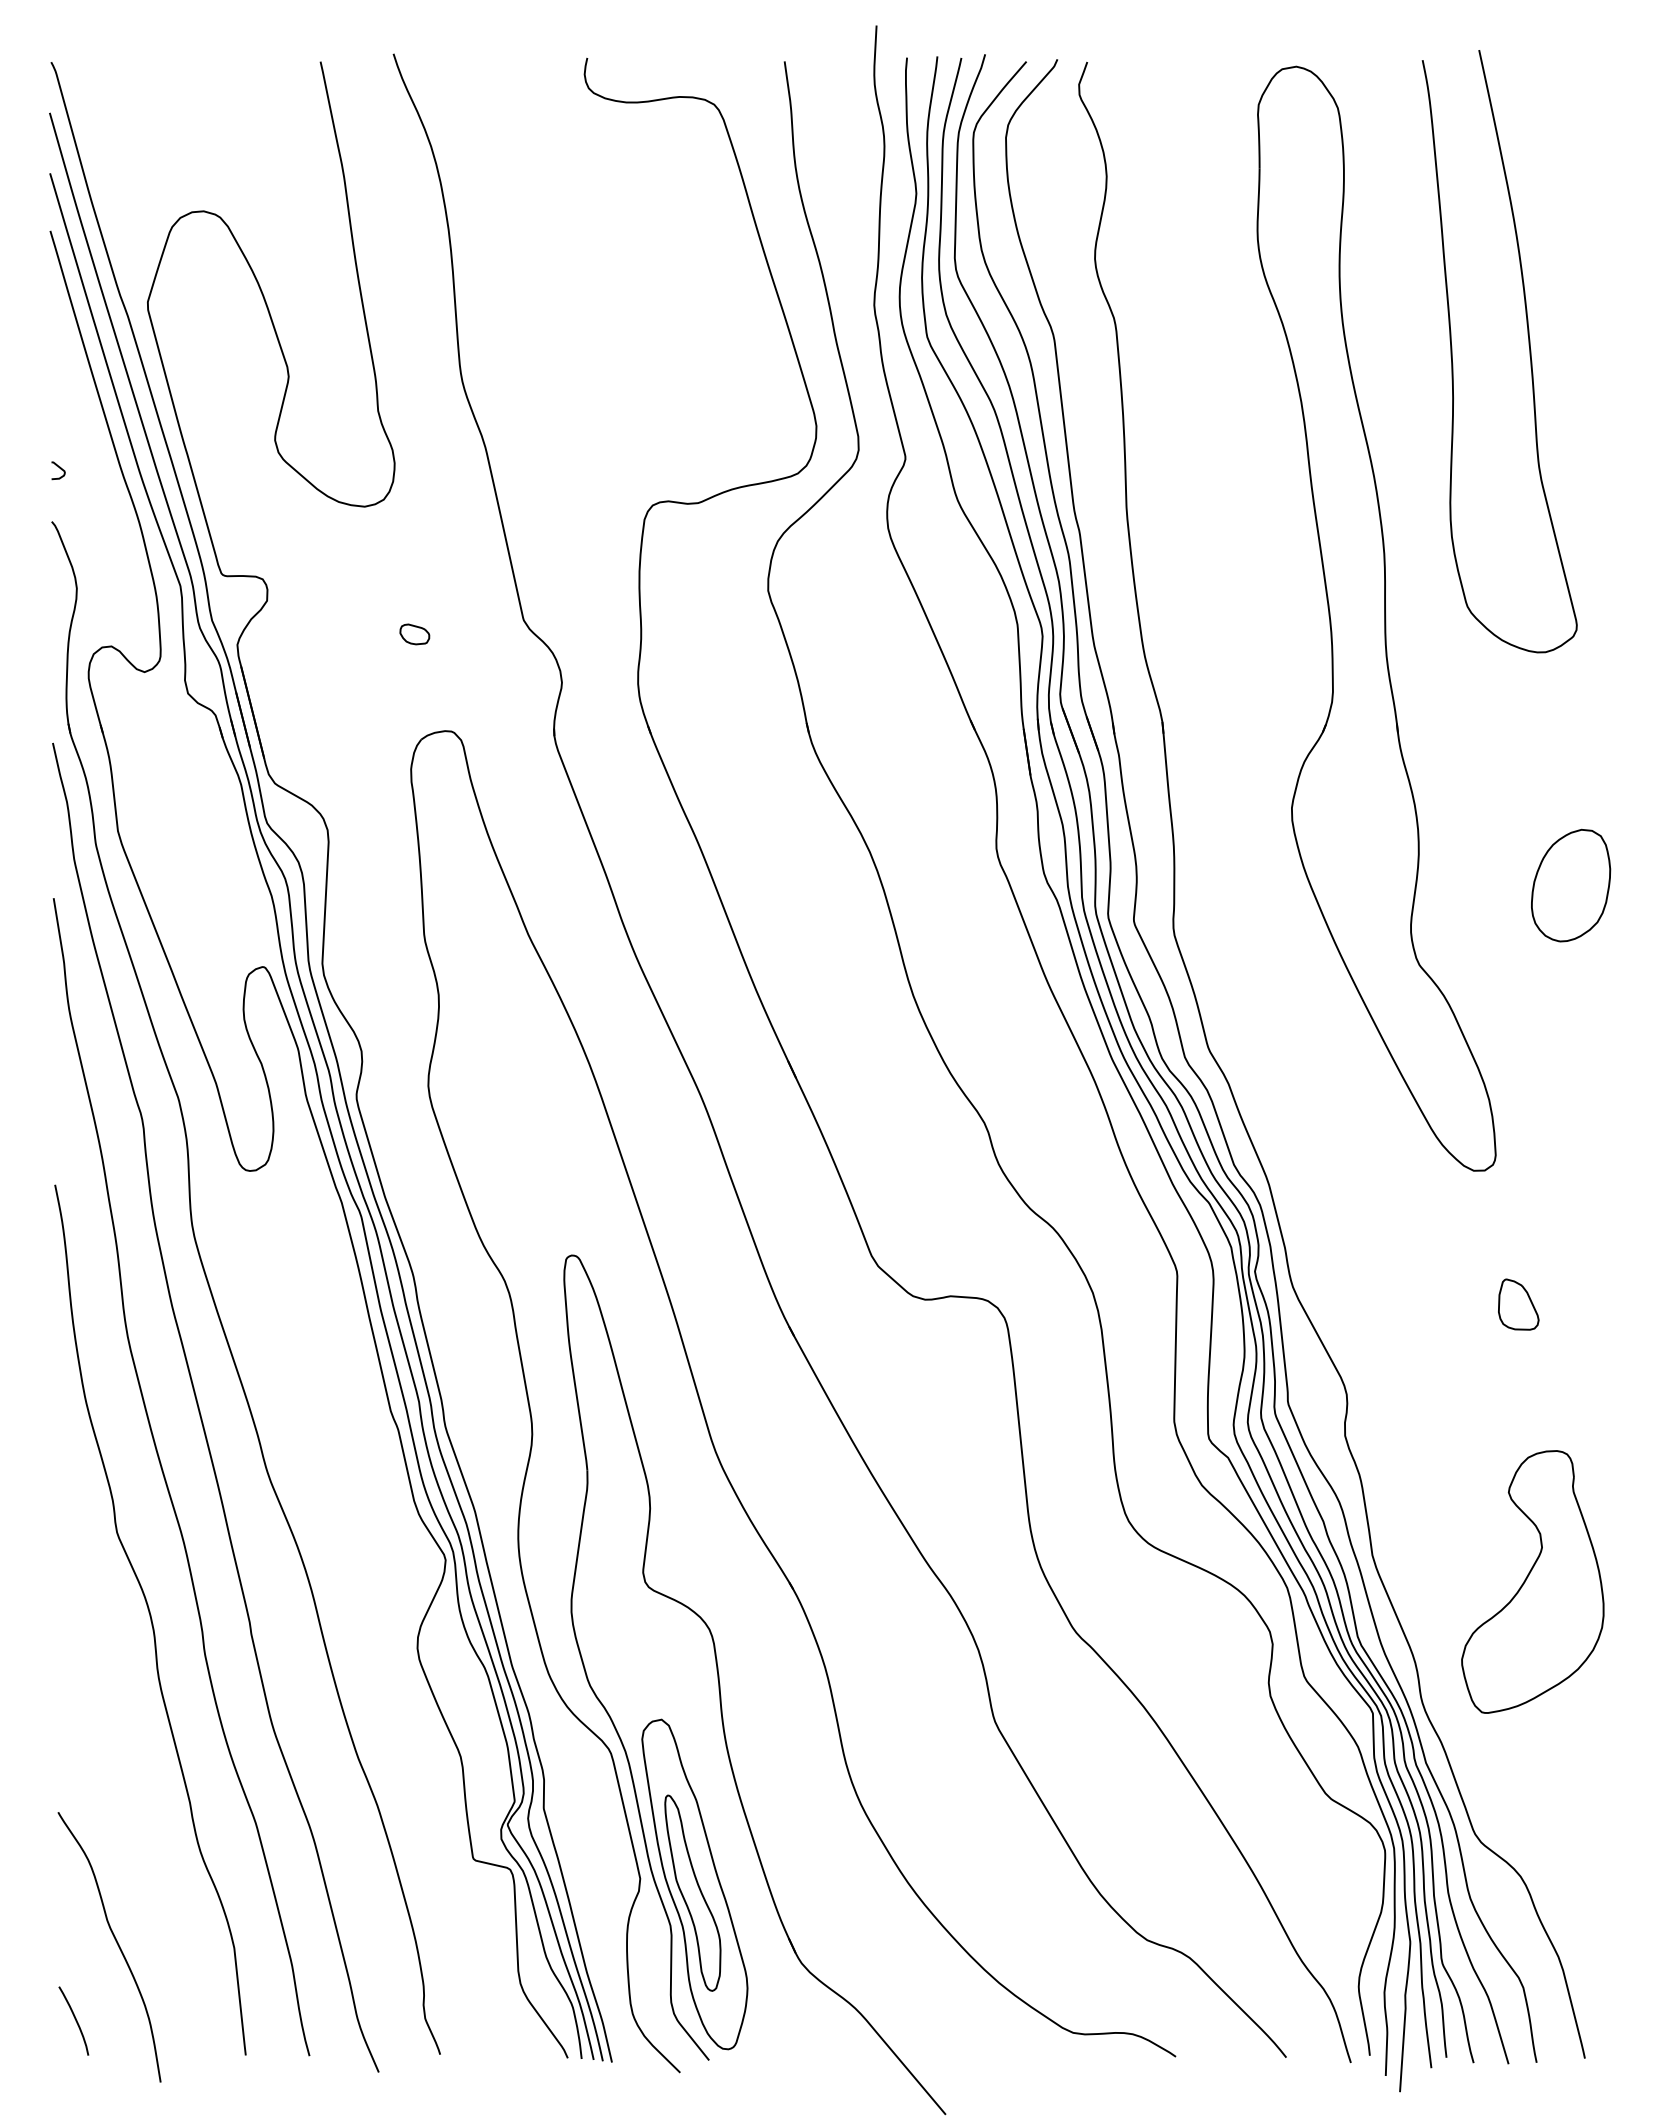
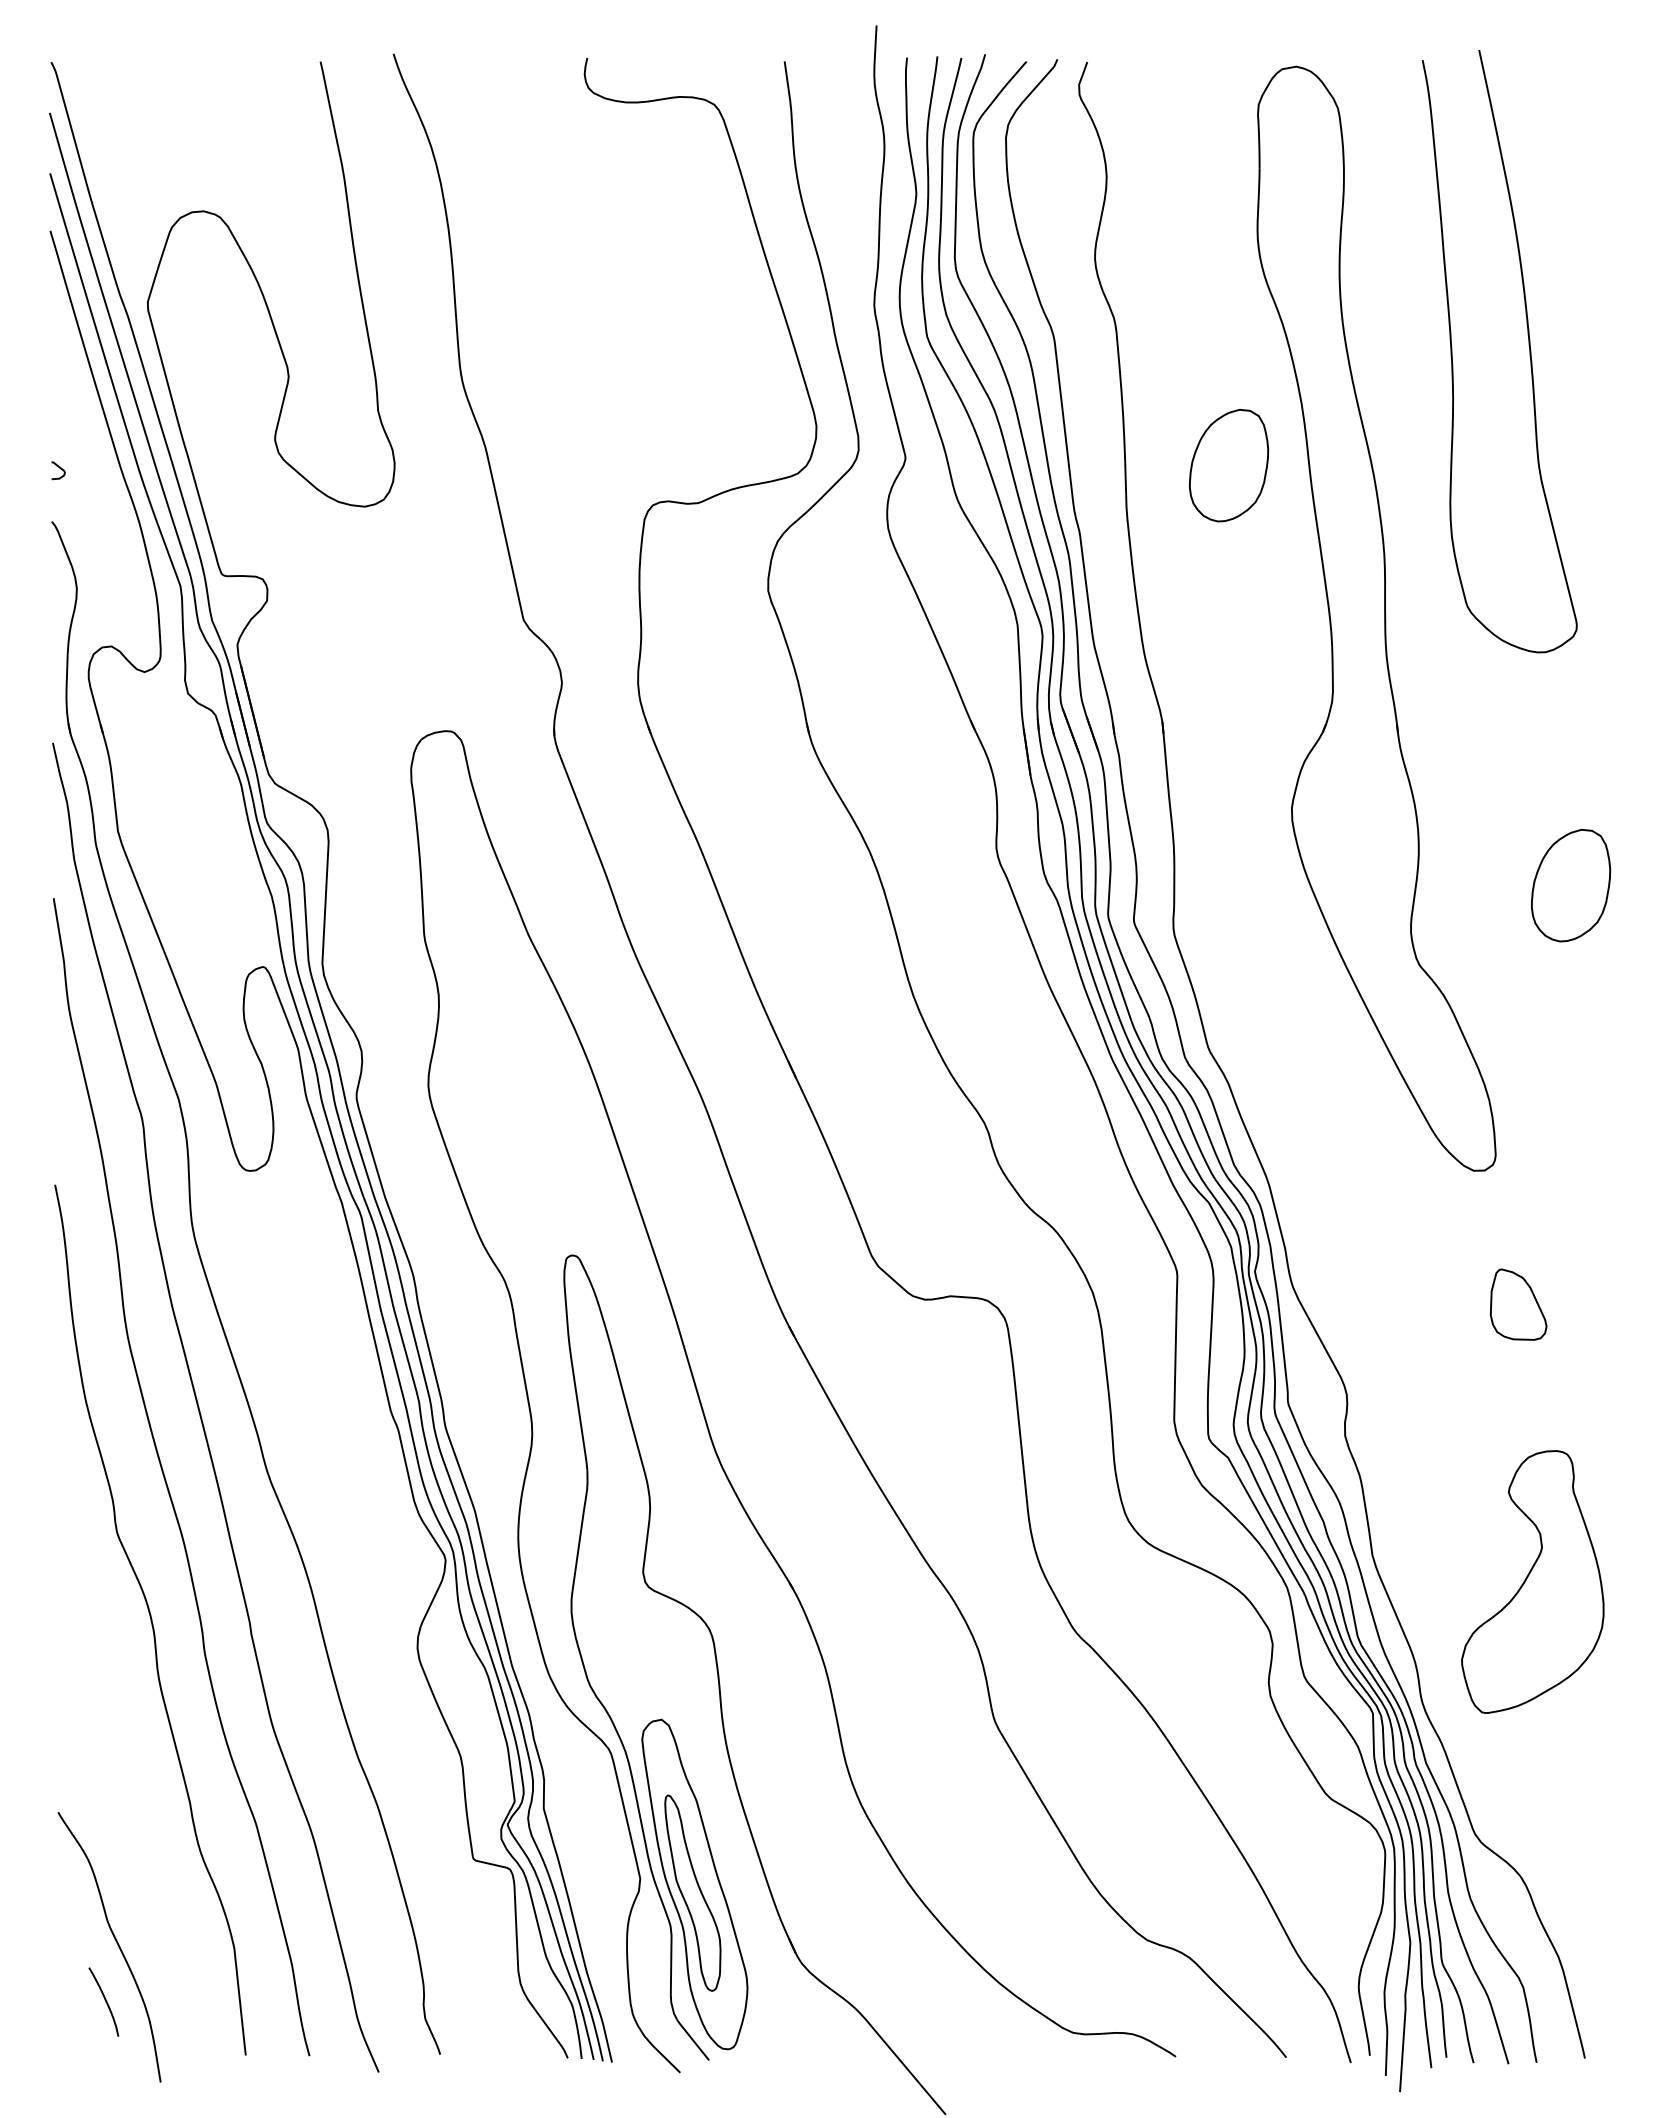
part at (1229, 465): none -> present
part at (414, 634): present -> none
part at (1518, 1304) size: 42x53 px -> 59x73 px
curve at (74, 2019) position: (74, 2019) -> (104, 2000)
